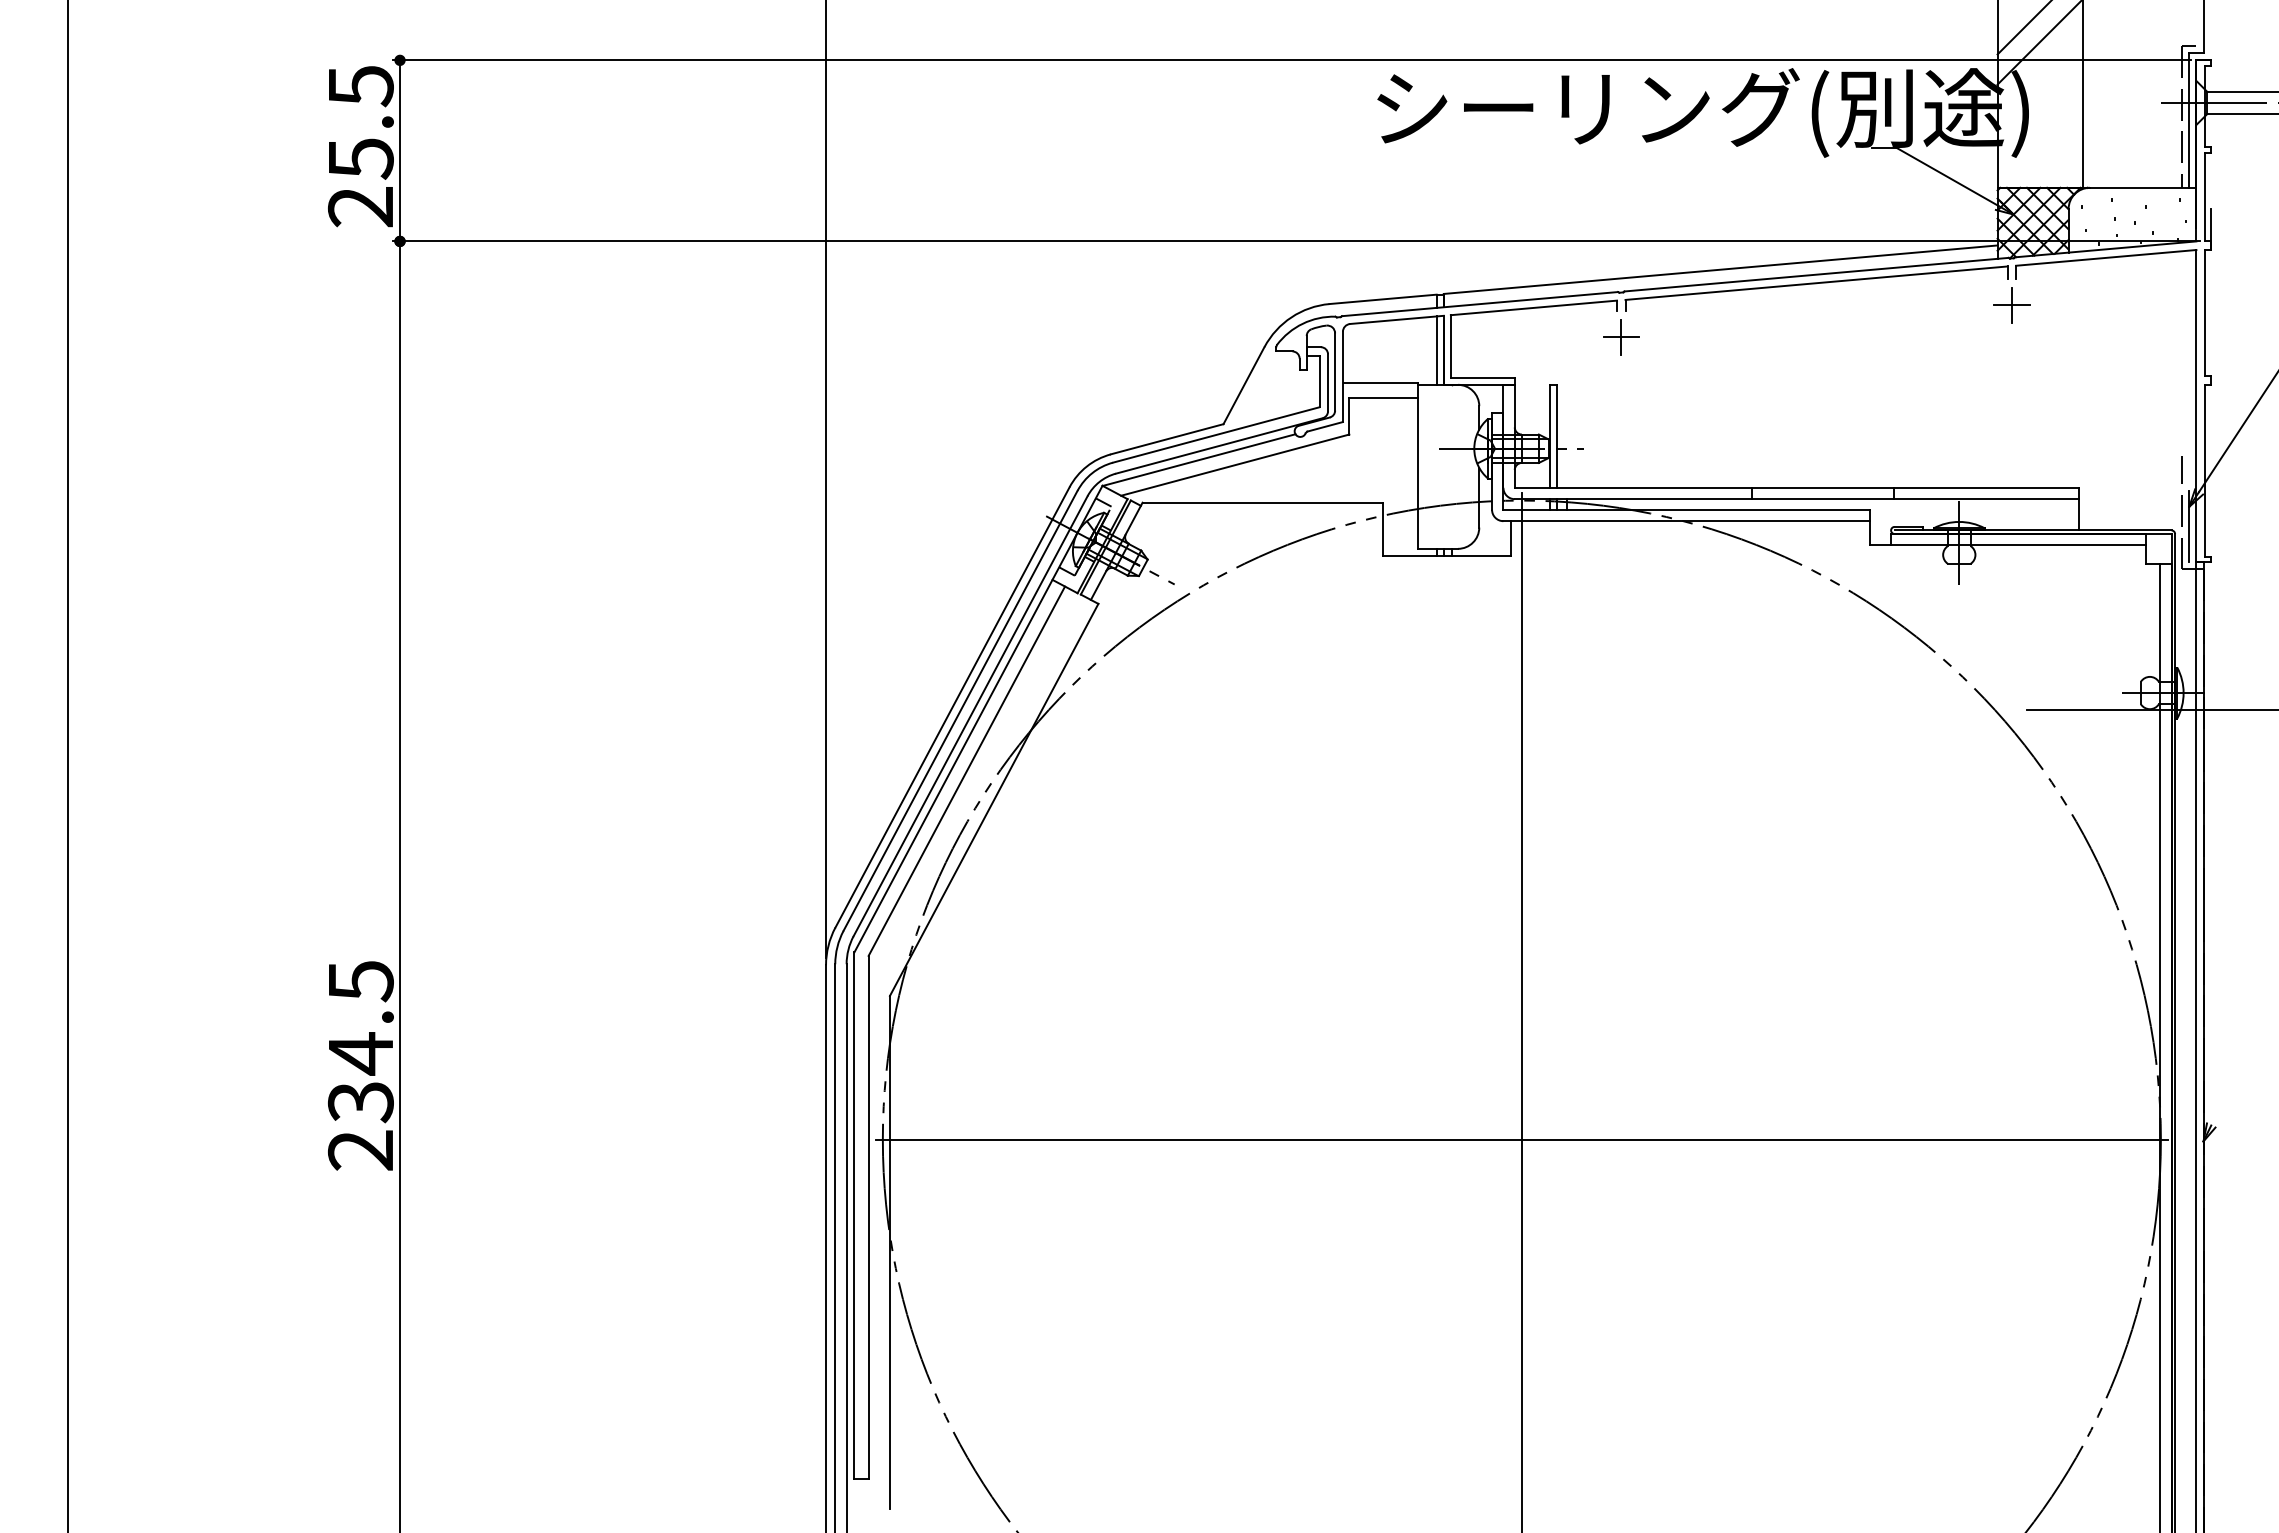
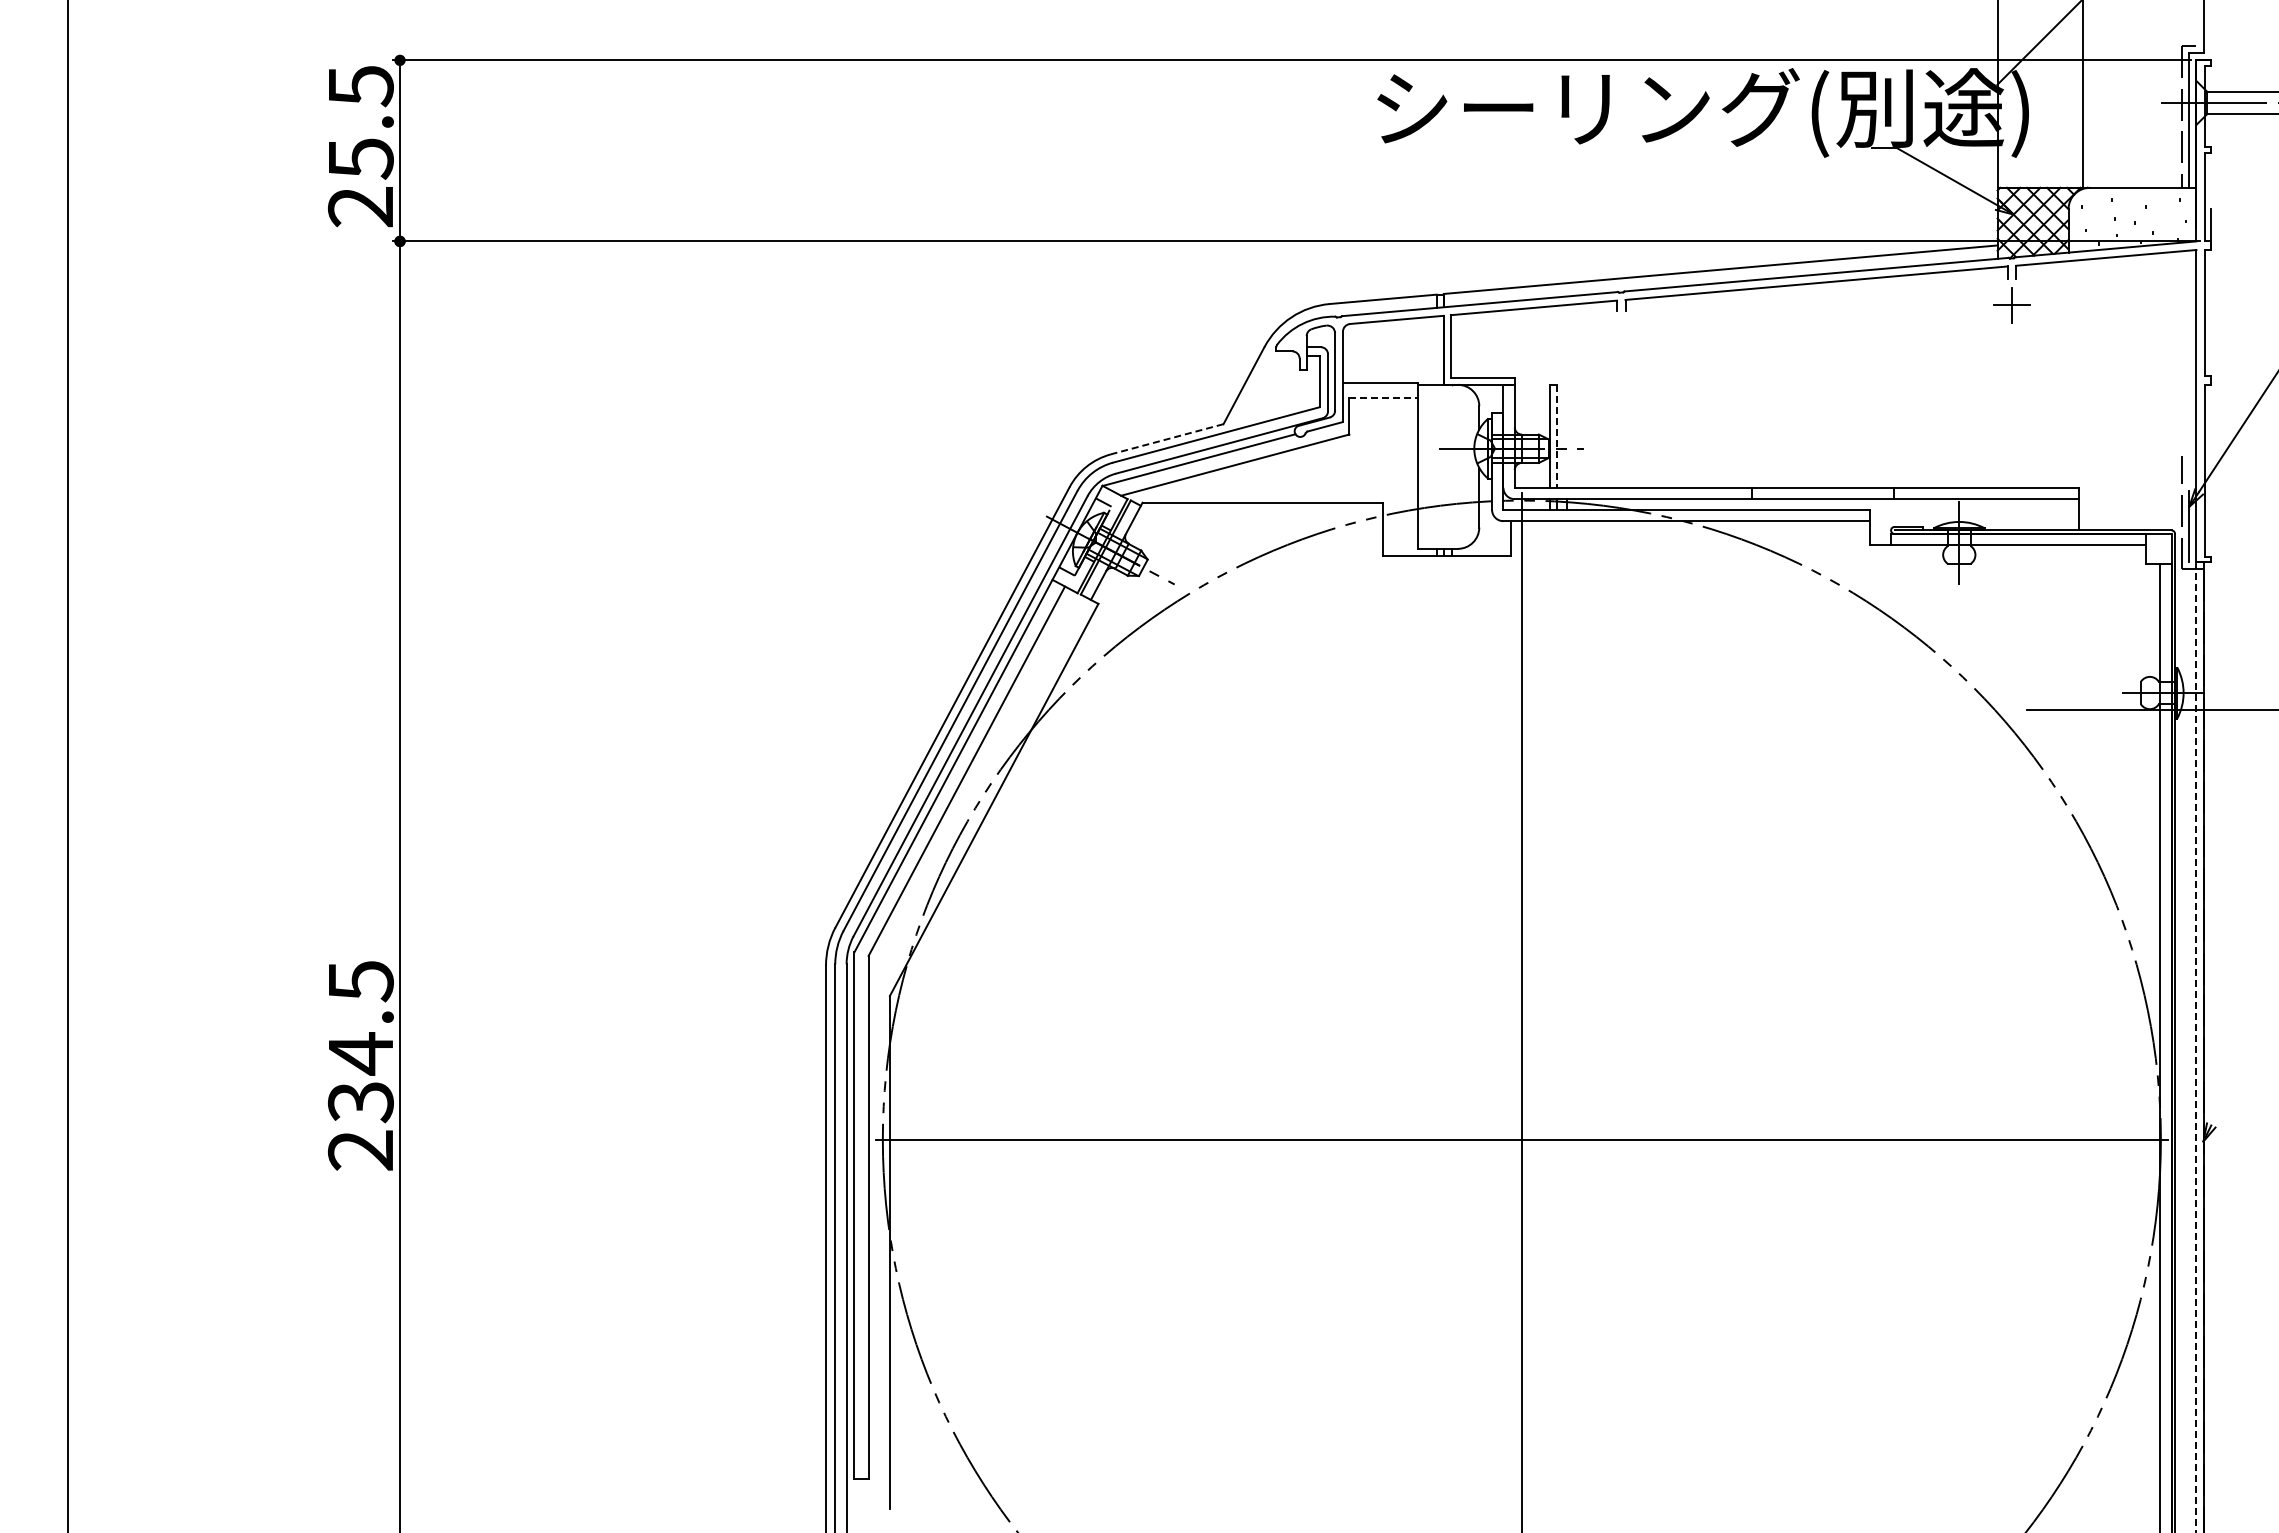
line at (2023, 28): present -> none
part at (1621, 337): present -> none
line at (1436, 350): present -> none
line at (1384, 397): solid -> dashed
line at (1557, 436): solid -> dashed
line at (1166, 439): solid -> dashed
line at (826, 480): present -> none
line at (2196, 1047): solid -> dashed
